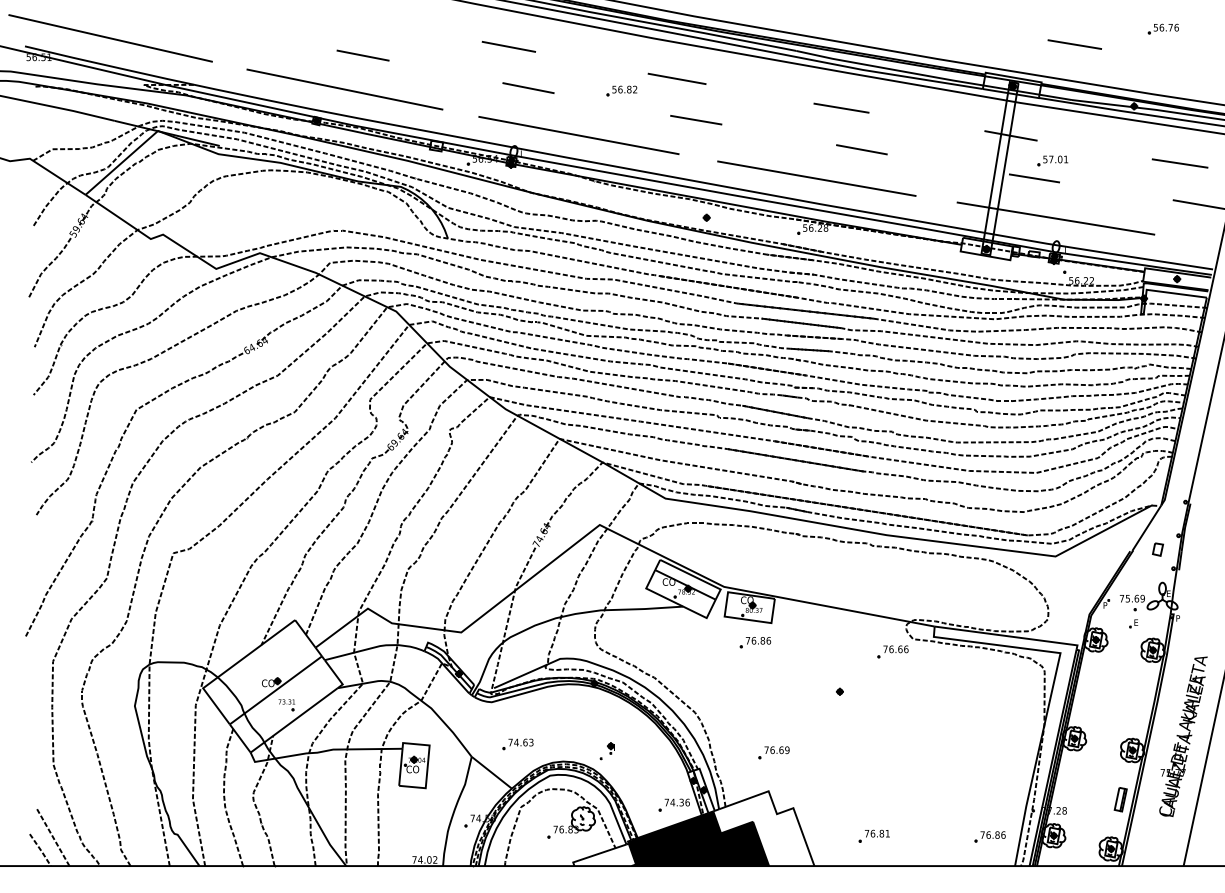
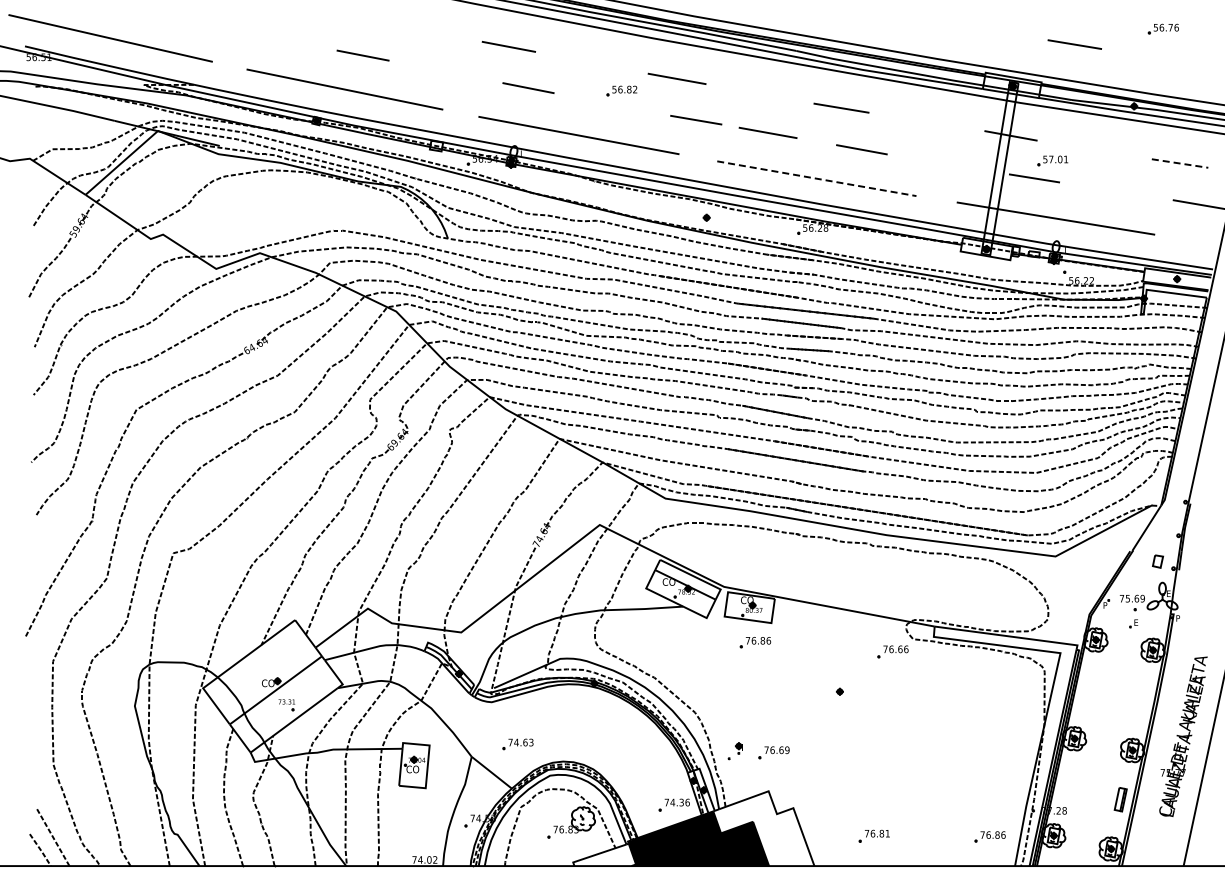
line at (767, 132): none -> present
line at (1180, 163): solid -> dashed
line at (817, 178): solid -> dashed
part at (1158, 549) position: (1158, 549) -> (1158, 561)
part at (606, 751) position: (606, 751) -> (734, 751)
